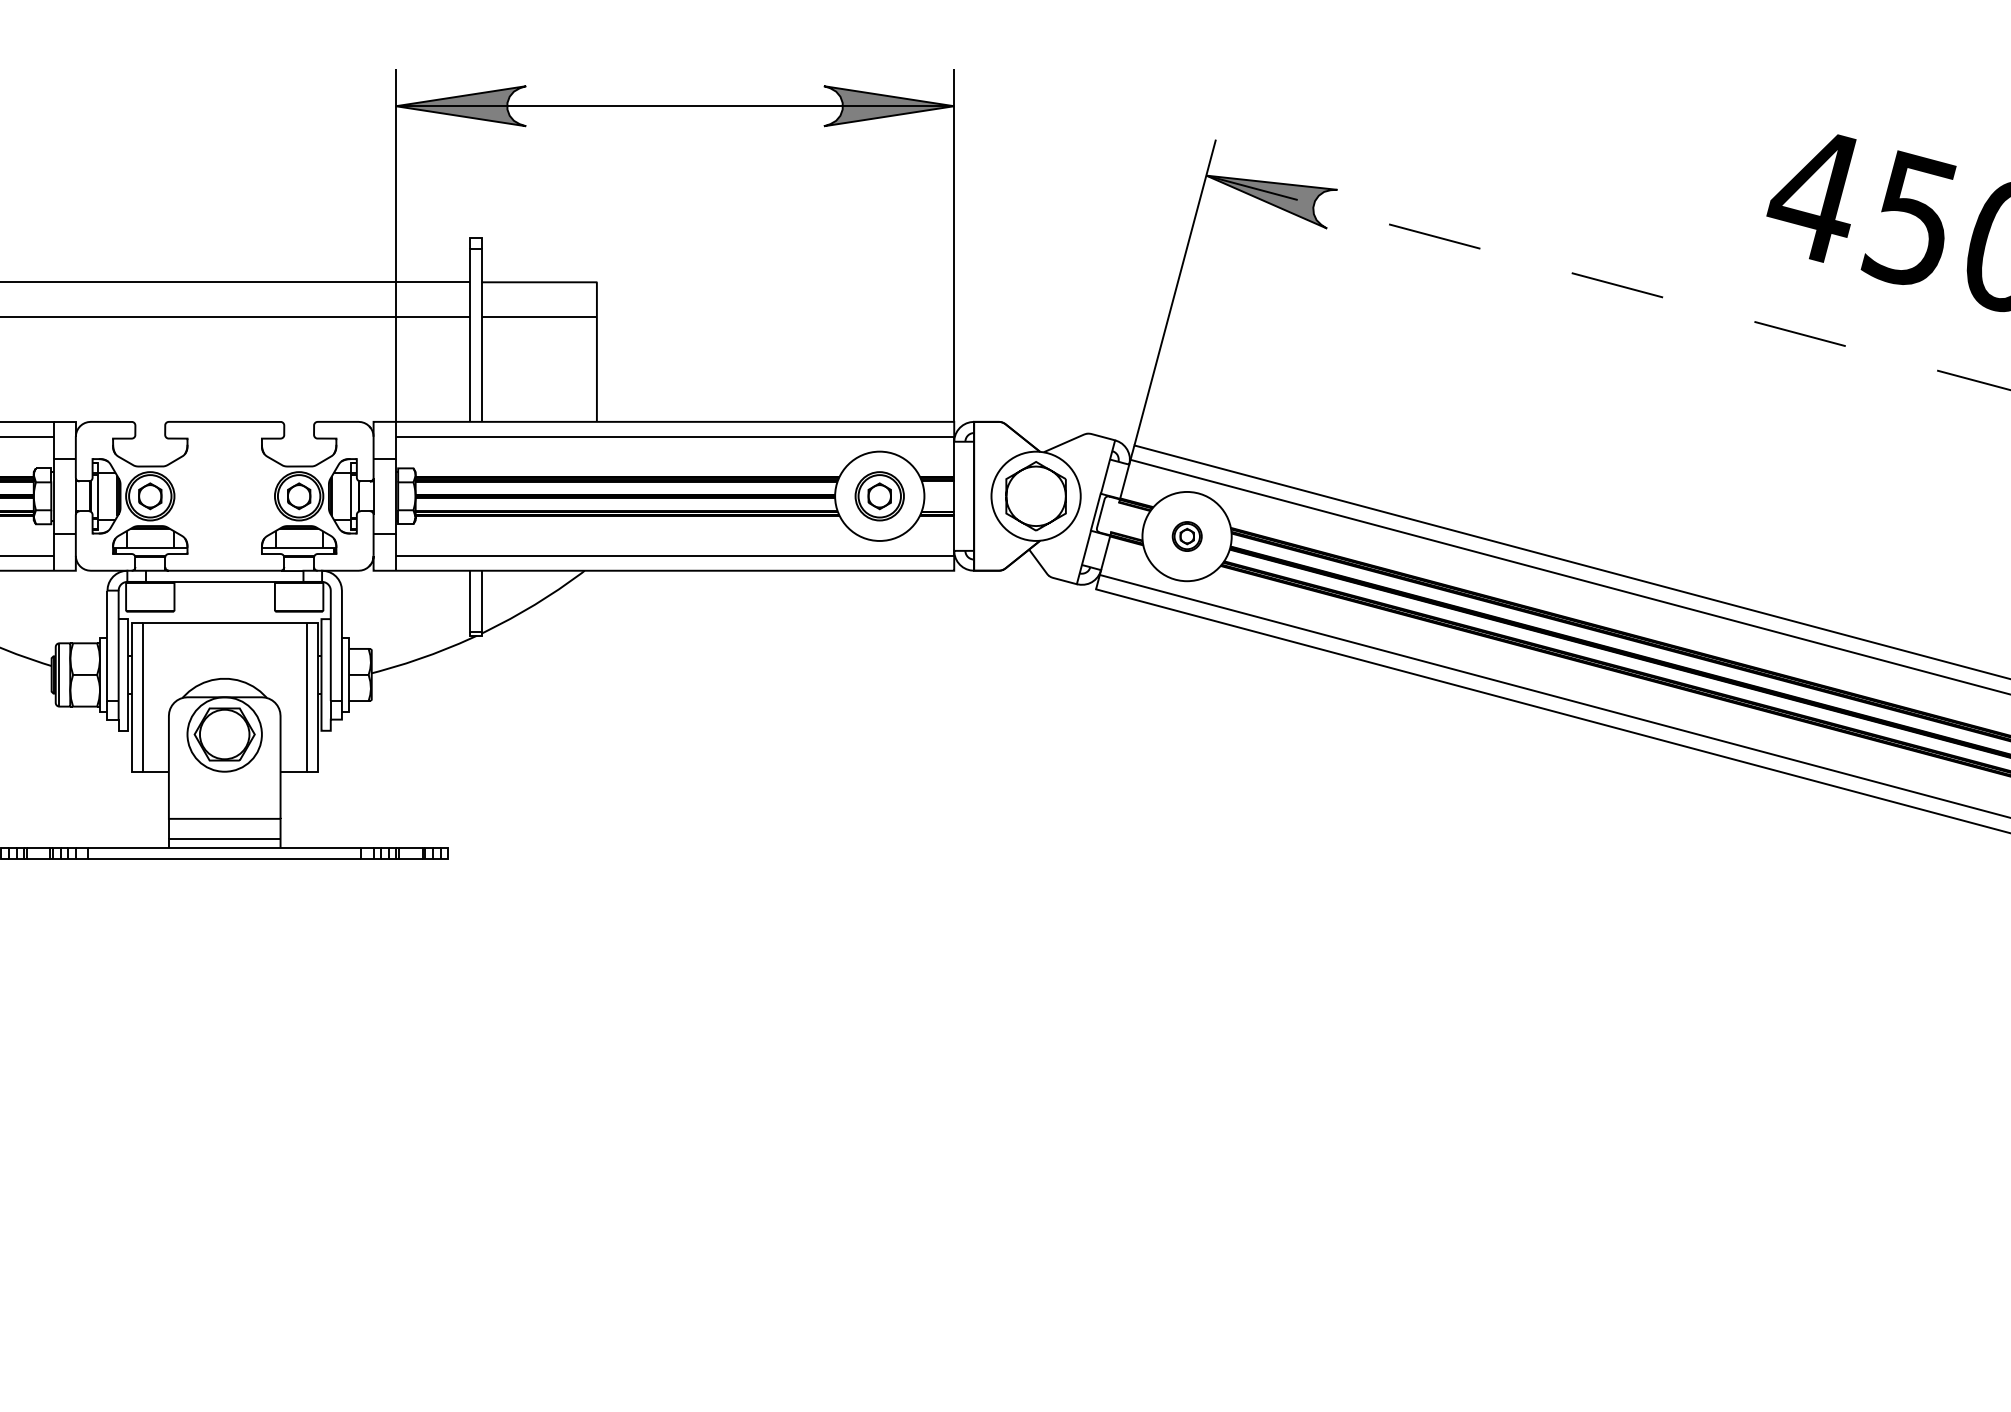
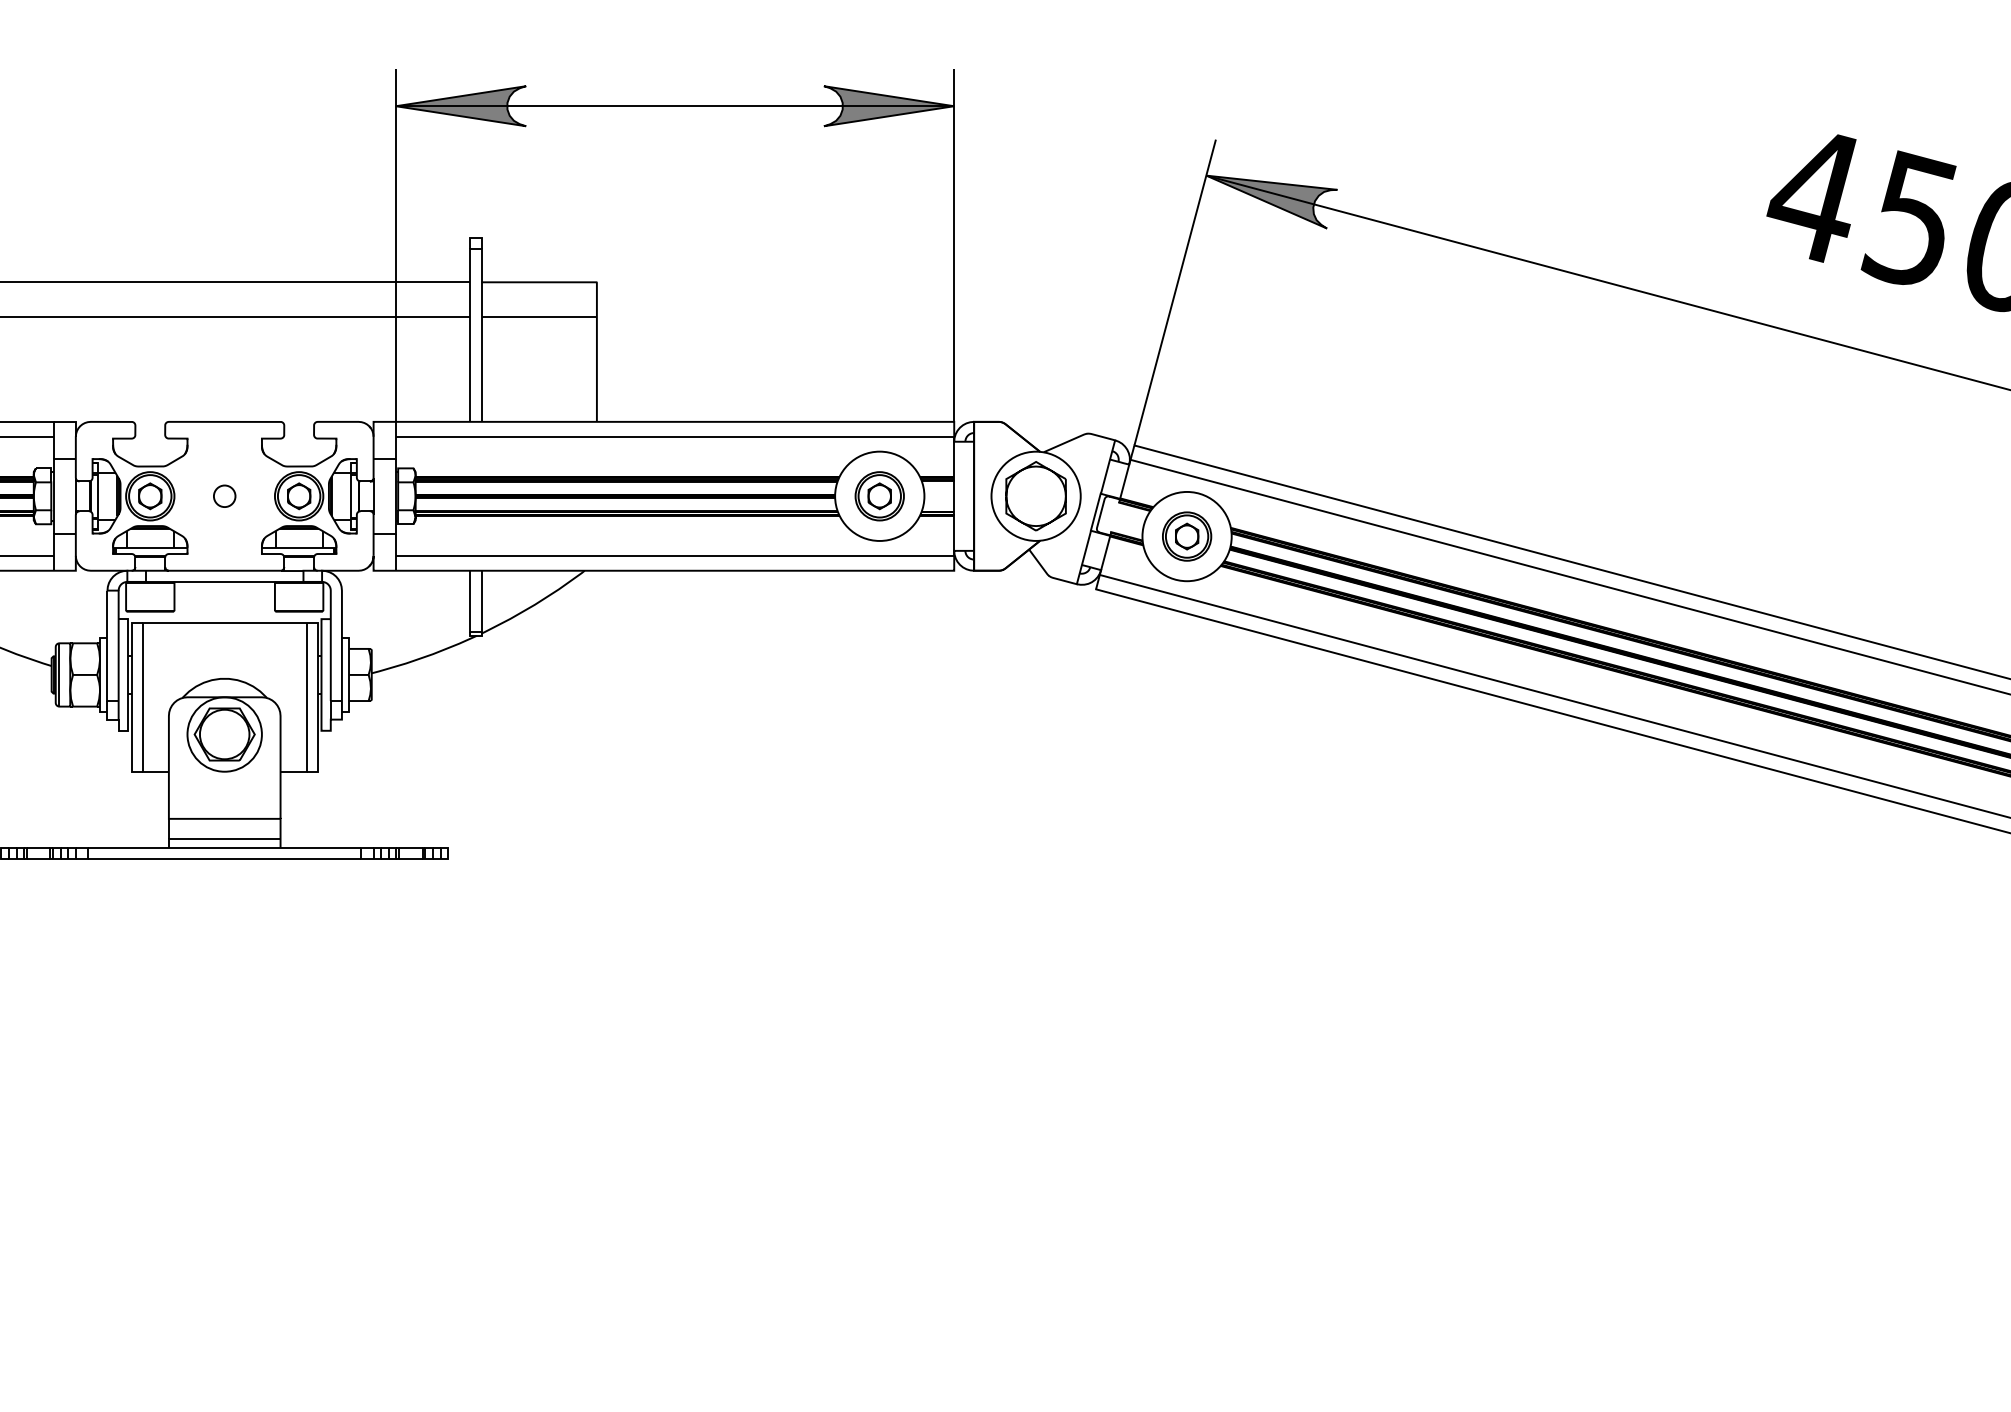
line at (1608, 282): dashed -> solid
circle at (224, 495): none -> present
part at (1186, 536) size: 32x31 px -> 51x51 px
